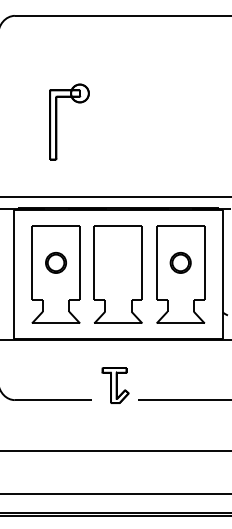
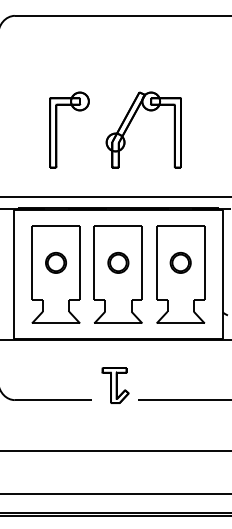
part at (57, 121) position: (57, 121) -> (57, 129)
part at (131, 122): none -> present
part at (118, 262): none -> present
